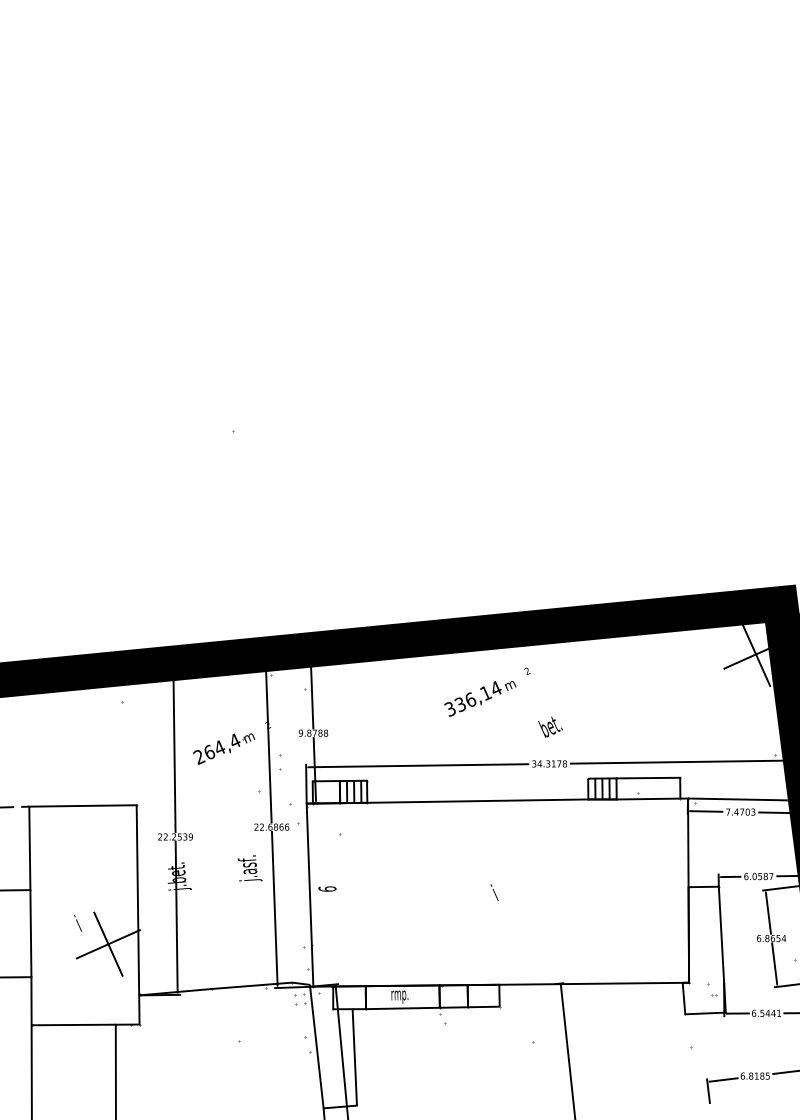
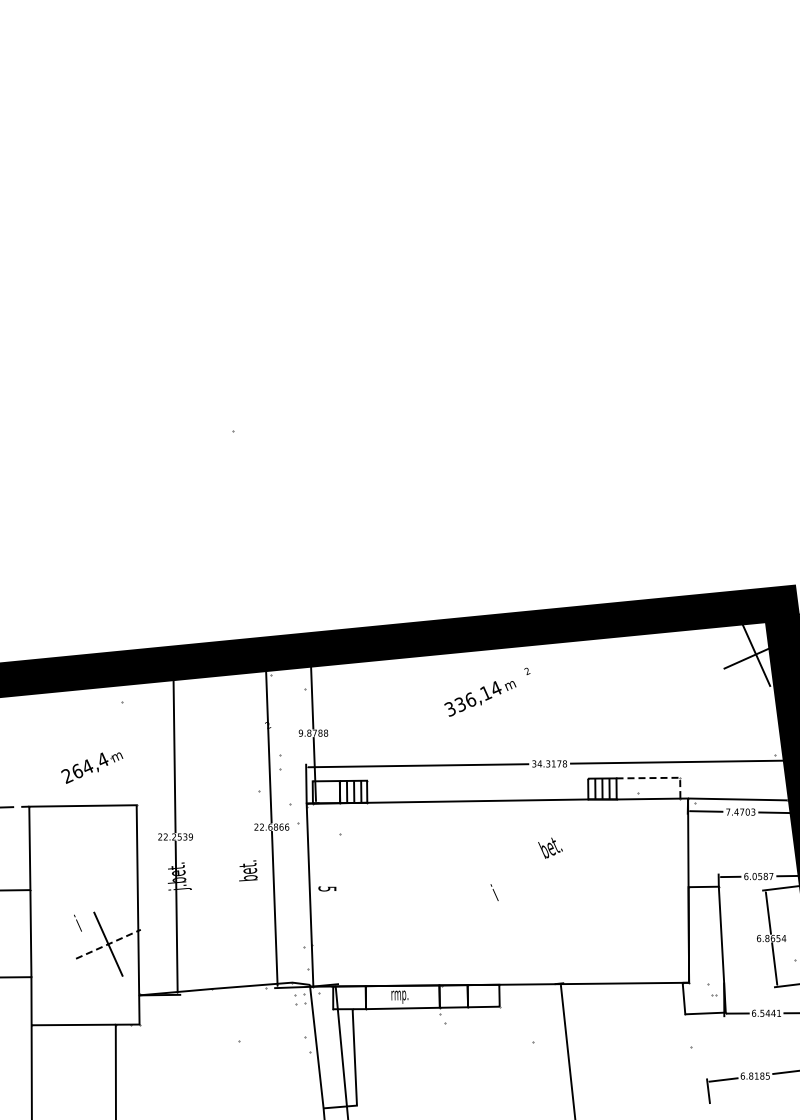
text at (550, 726) position: (550, 726) -> (550, 847)
part at (224, 748) position: (224, 748) -> (92, 767)
line at (659, 777): solid -> dashed
text at (249, 868): j.asf. -> bet.
text at (327, 888): 9 -> 5
line at (108, 944): solid -> dashed
